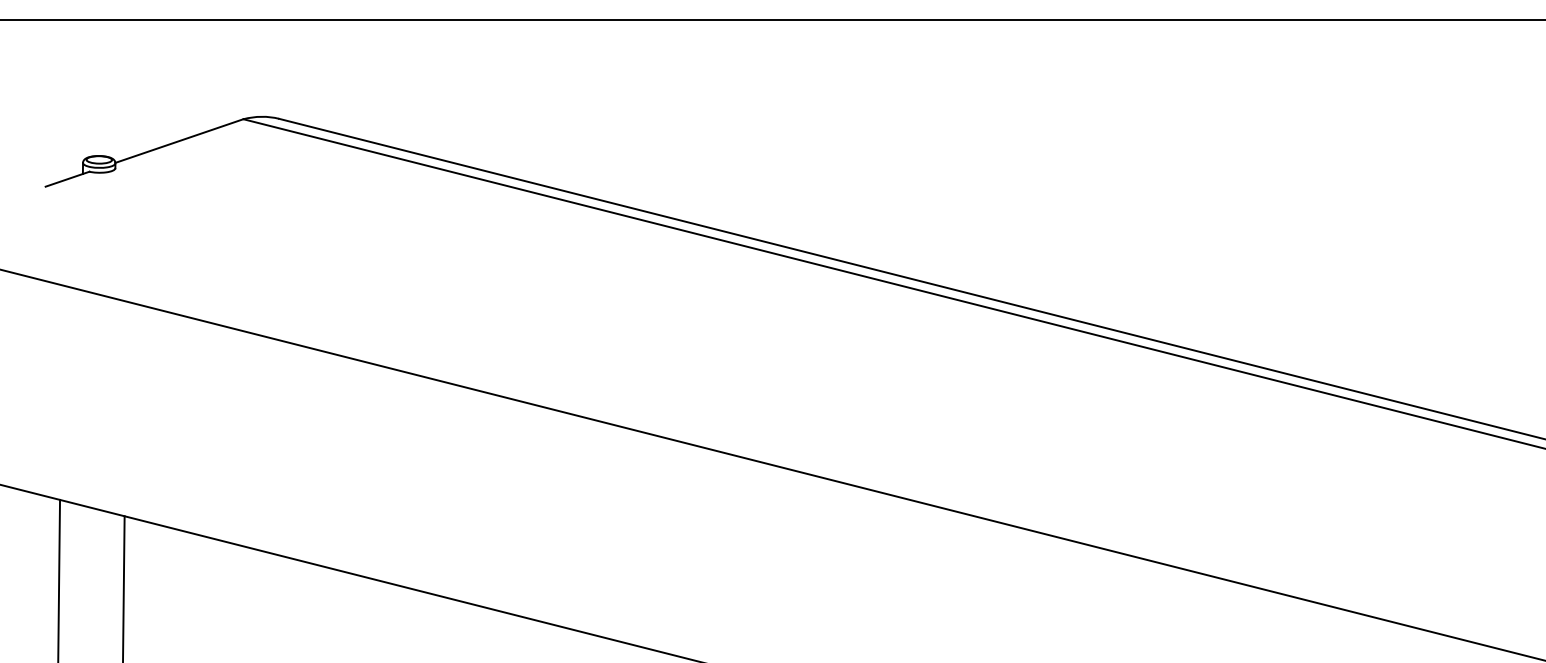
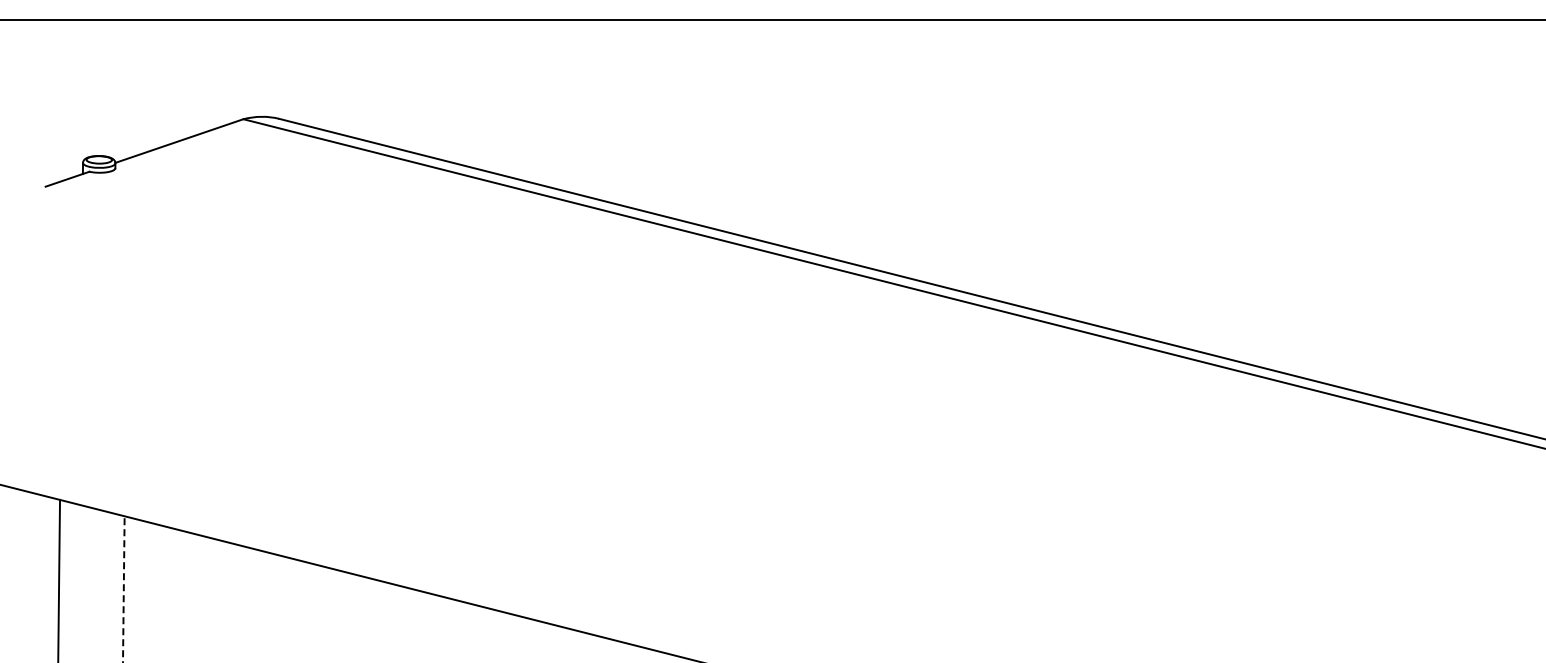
line at (771, 464): present -> none
line at (123, 589): solid -> dashed
